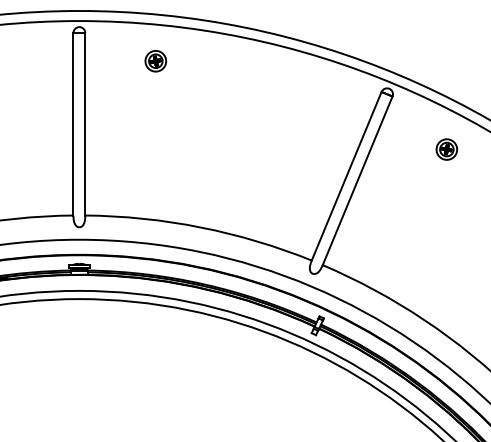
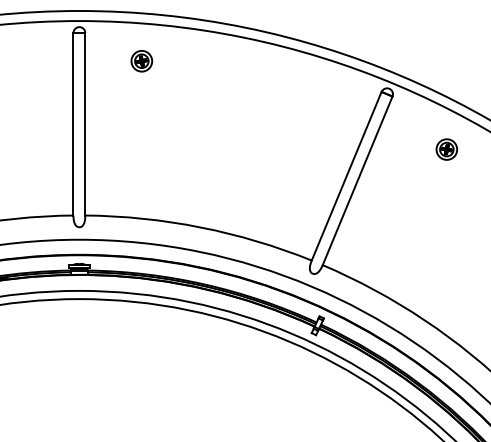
part at (155, 61) position: (155, 61) -> (141, 61)
